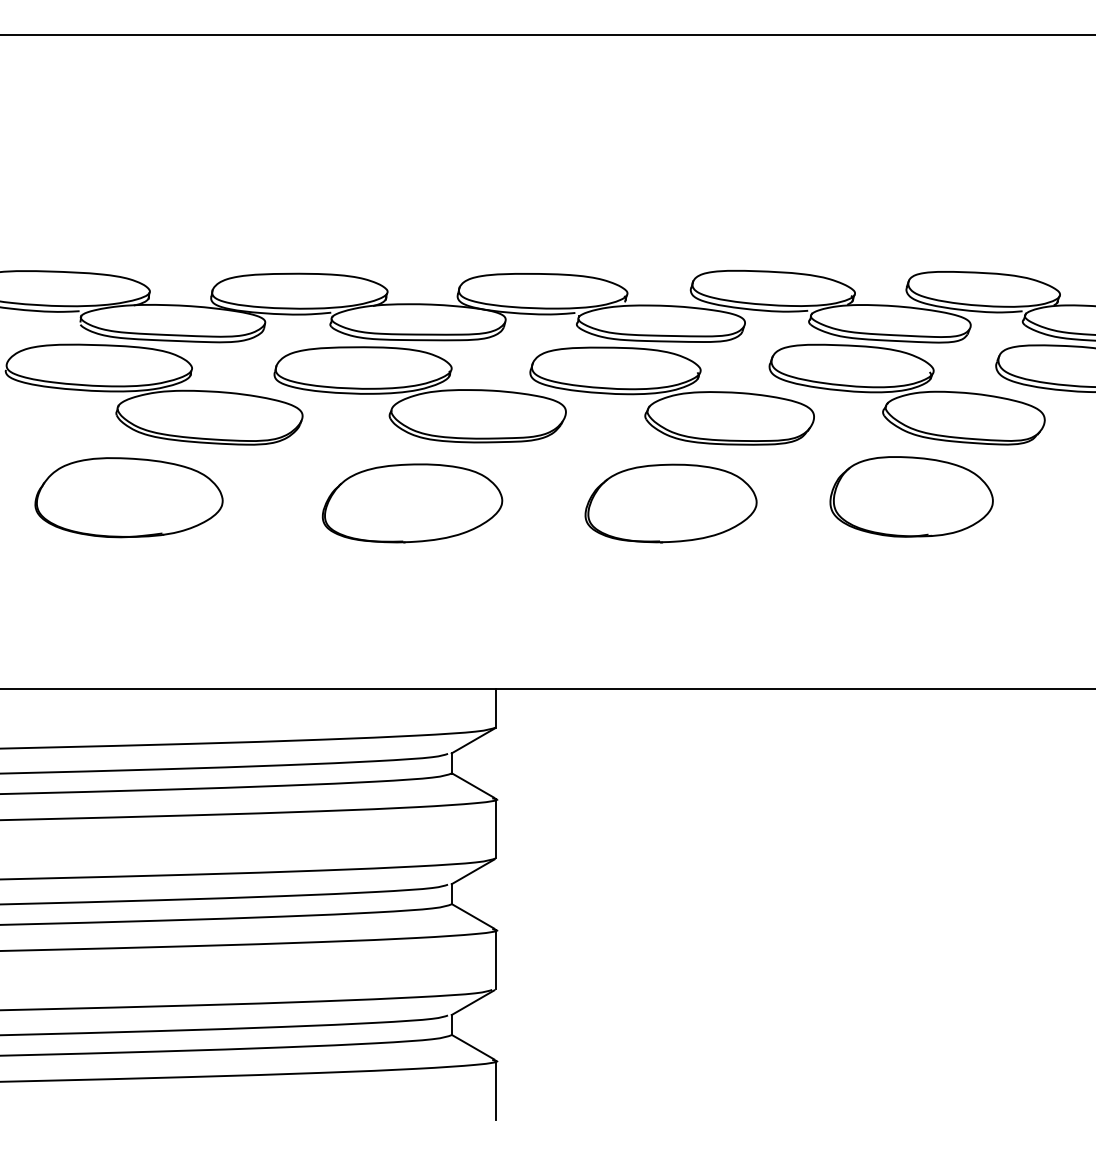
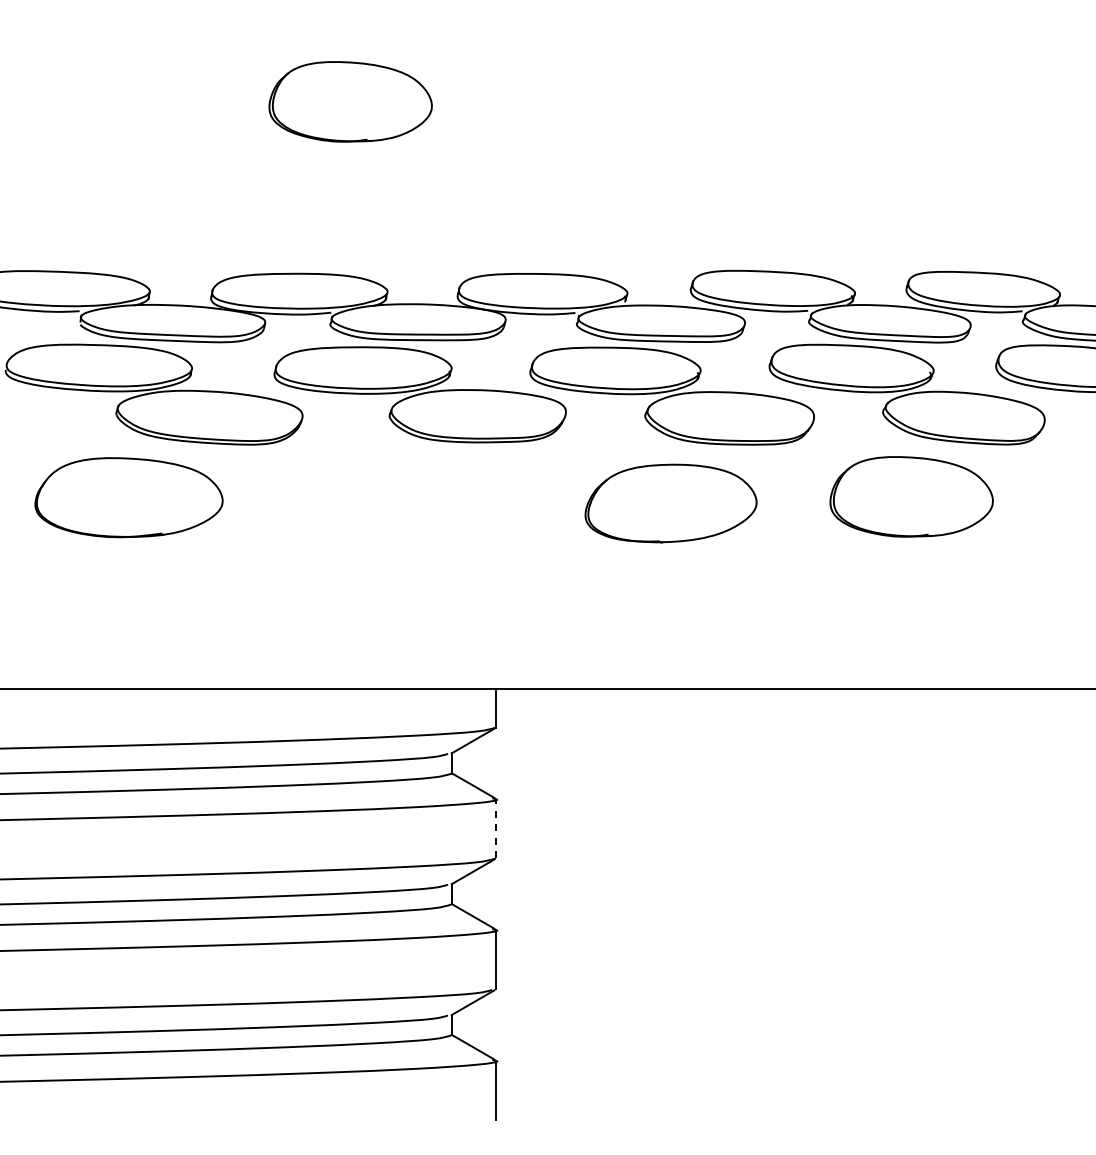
line at (547, 34): present -> none
part at (350, 101): none -> present
part at (412, 503): present -> none
line at (495, 828): solid -> dashed
